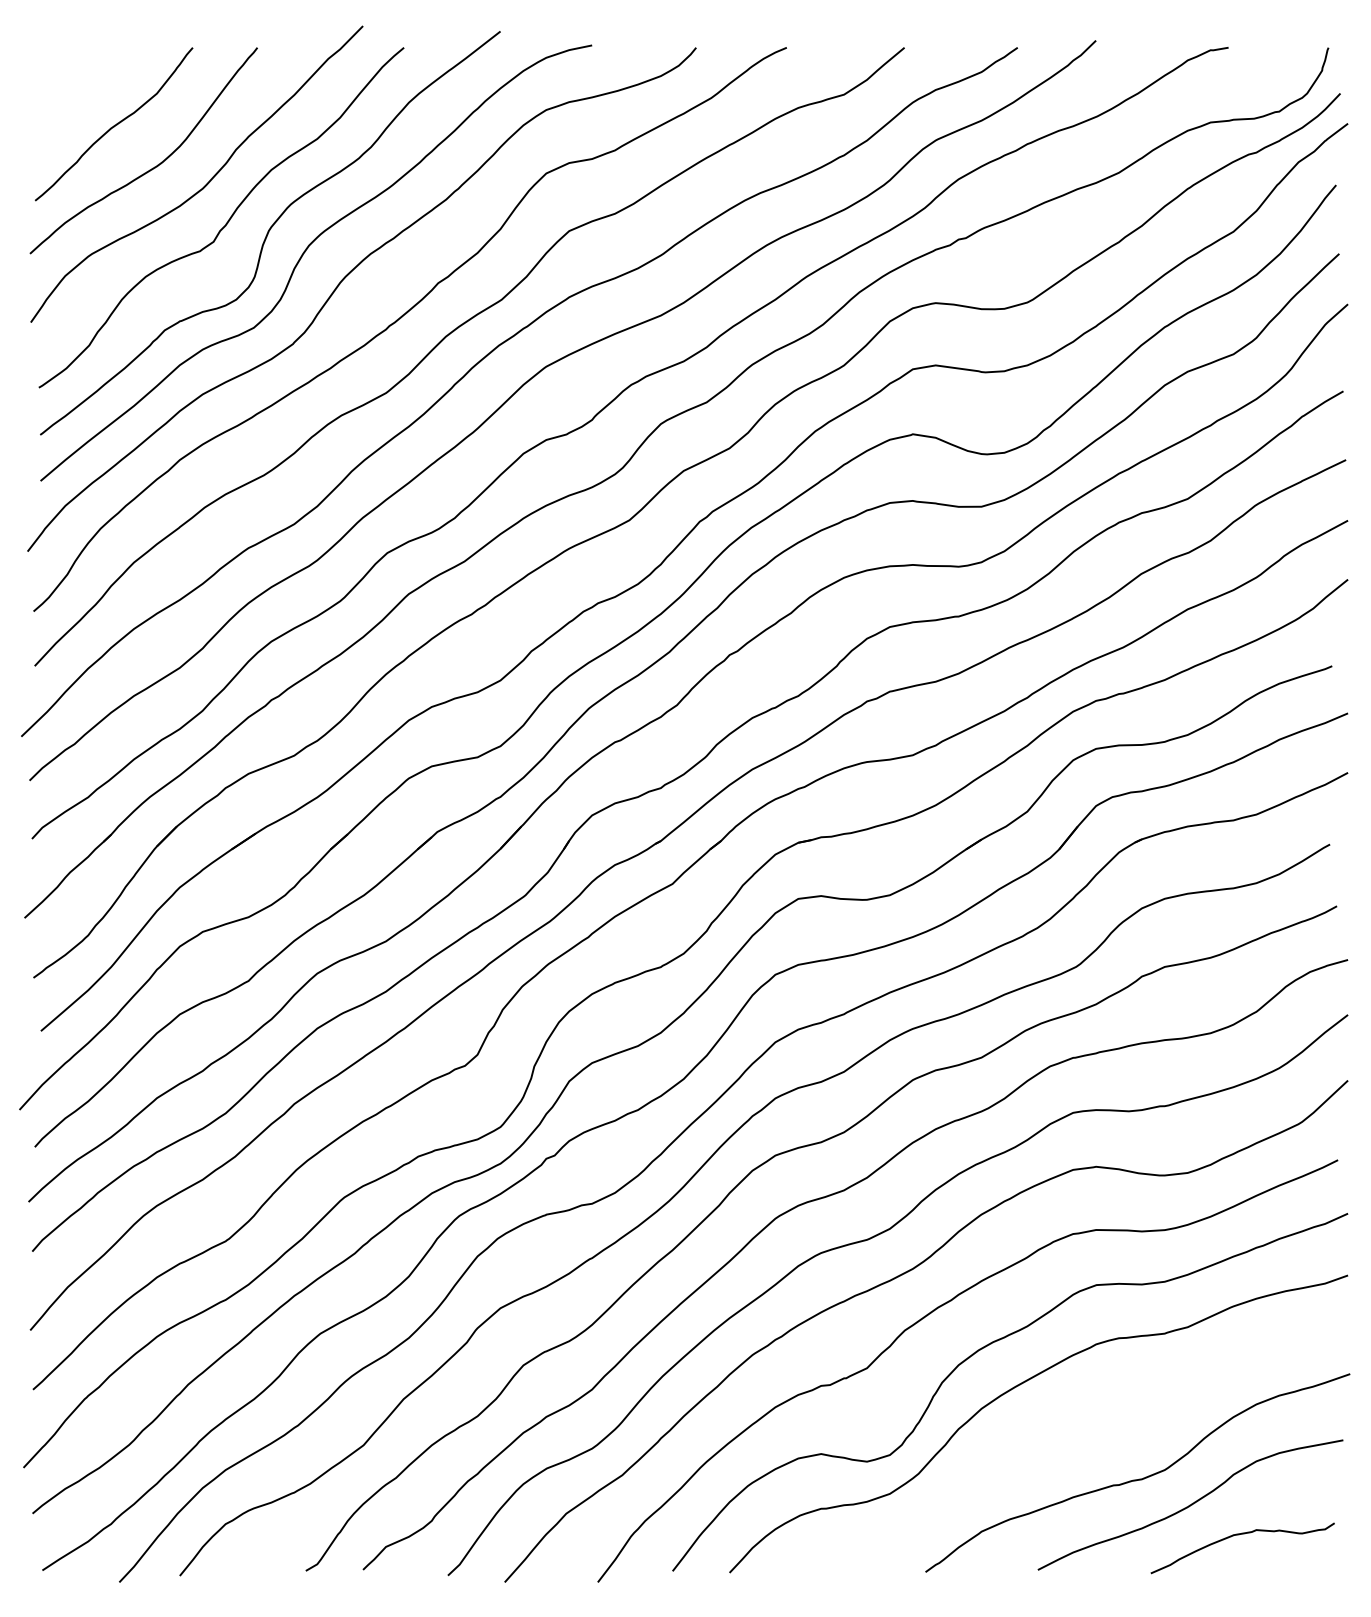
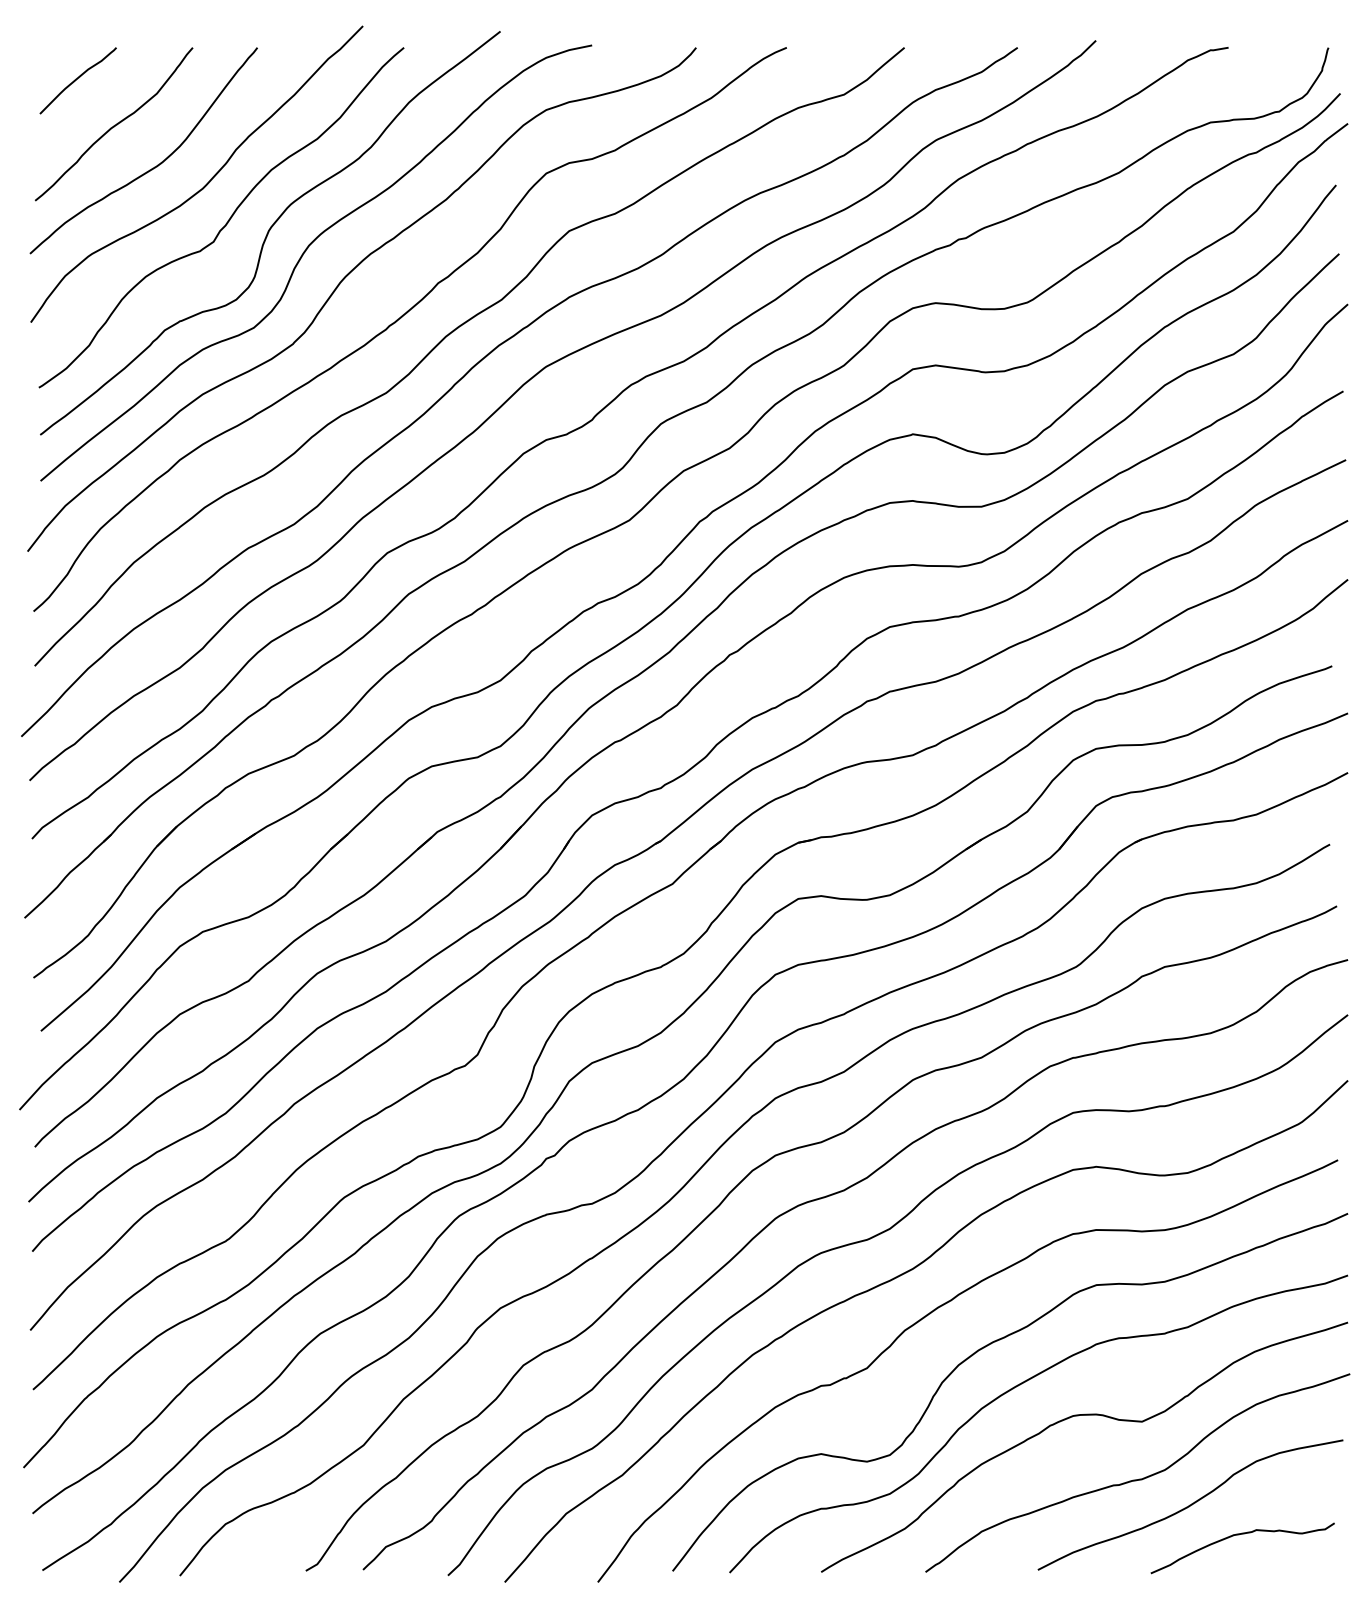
curve at (77, 79): none -> present
curve at (1078, 1416): none -> present
